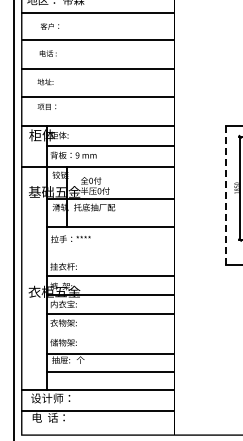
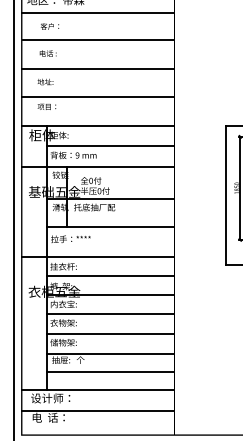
line at (226, 195): dashed -> solid
line at (97, 257): none -> present
line at (110, 334): none -> present
